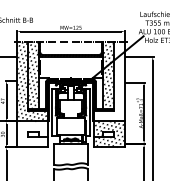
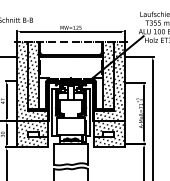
hatch at (109, 81): none -> present
hatch at (31, 134): none -> present
